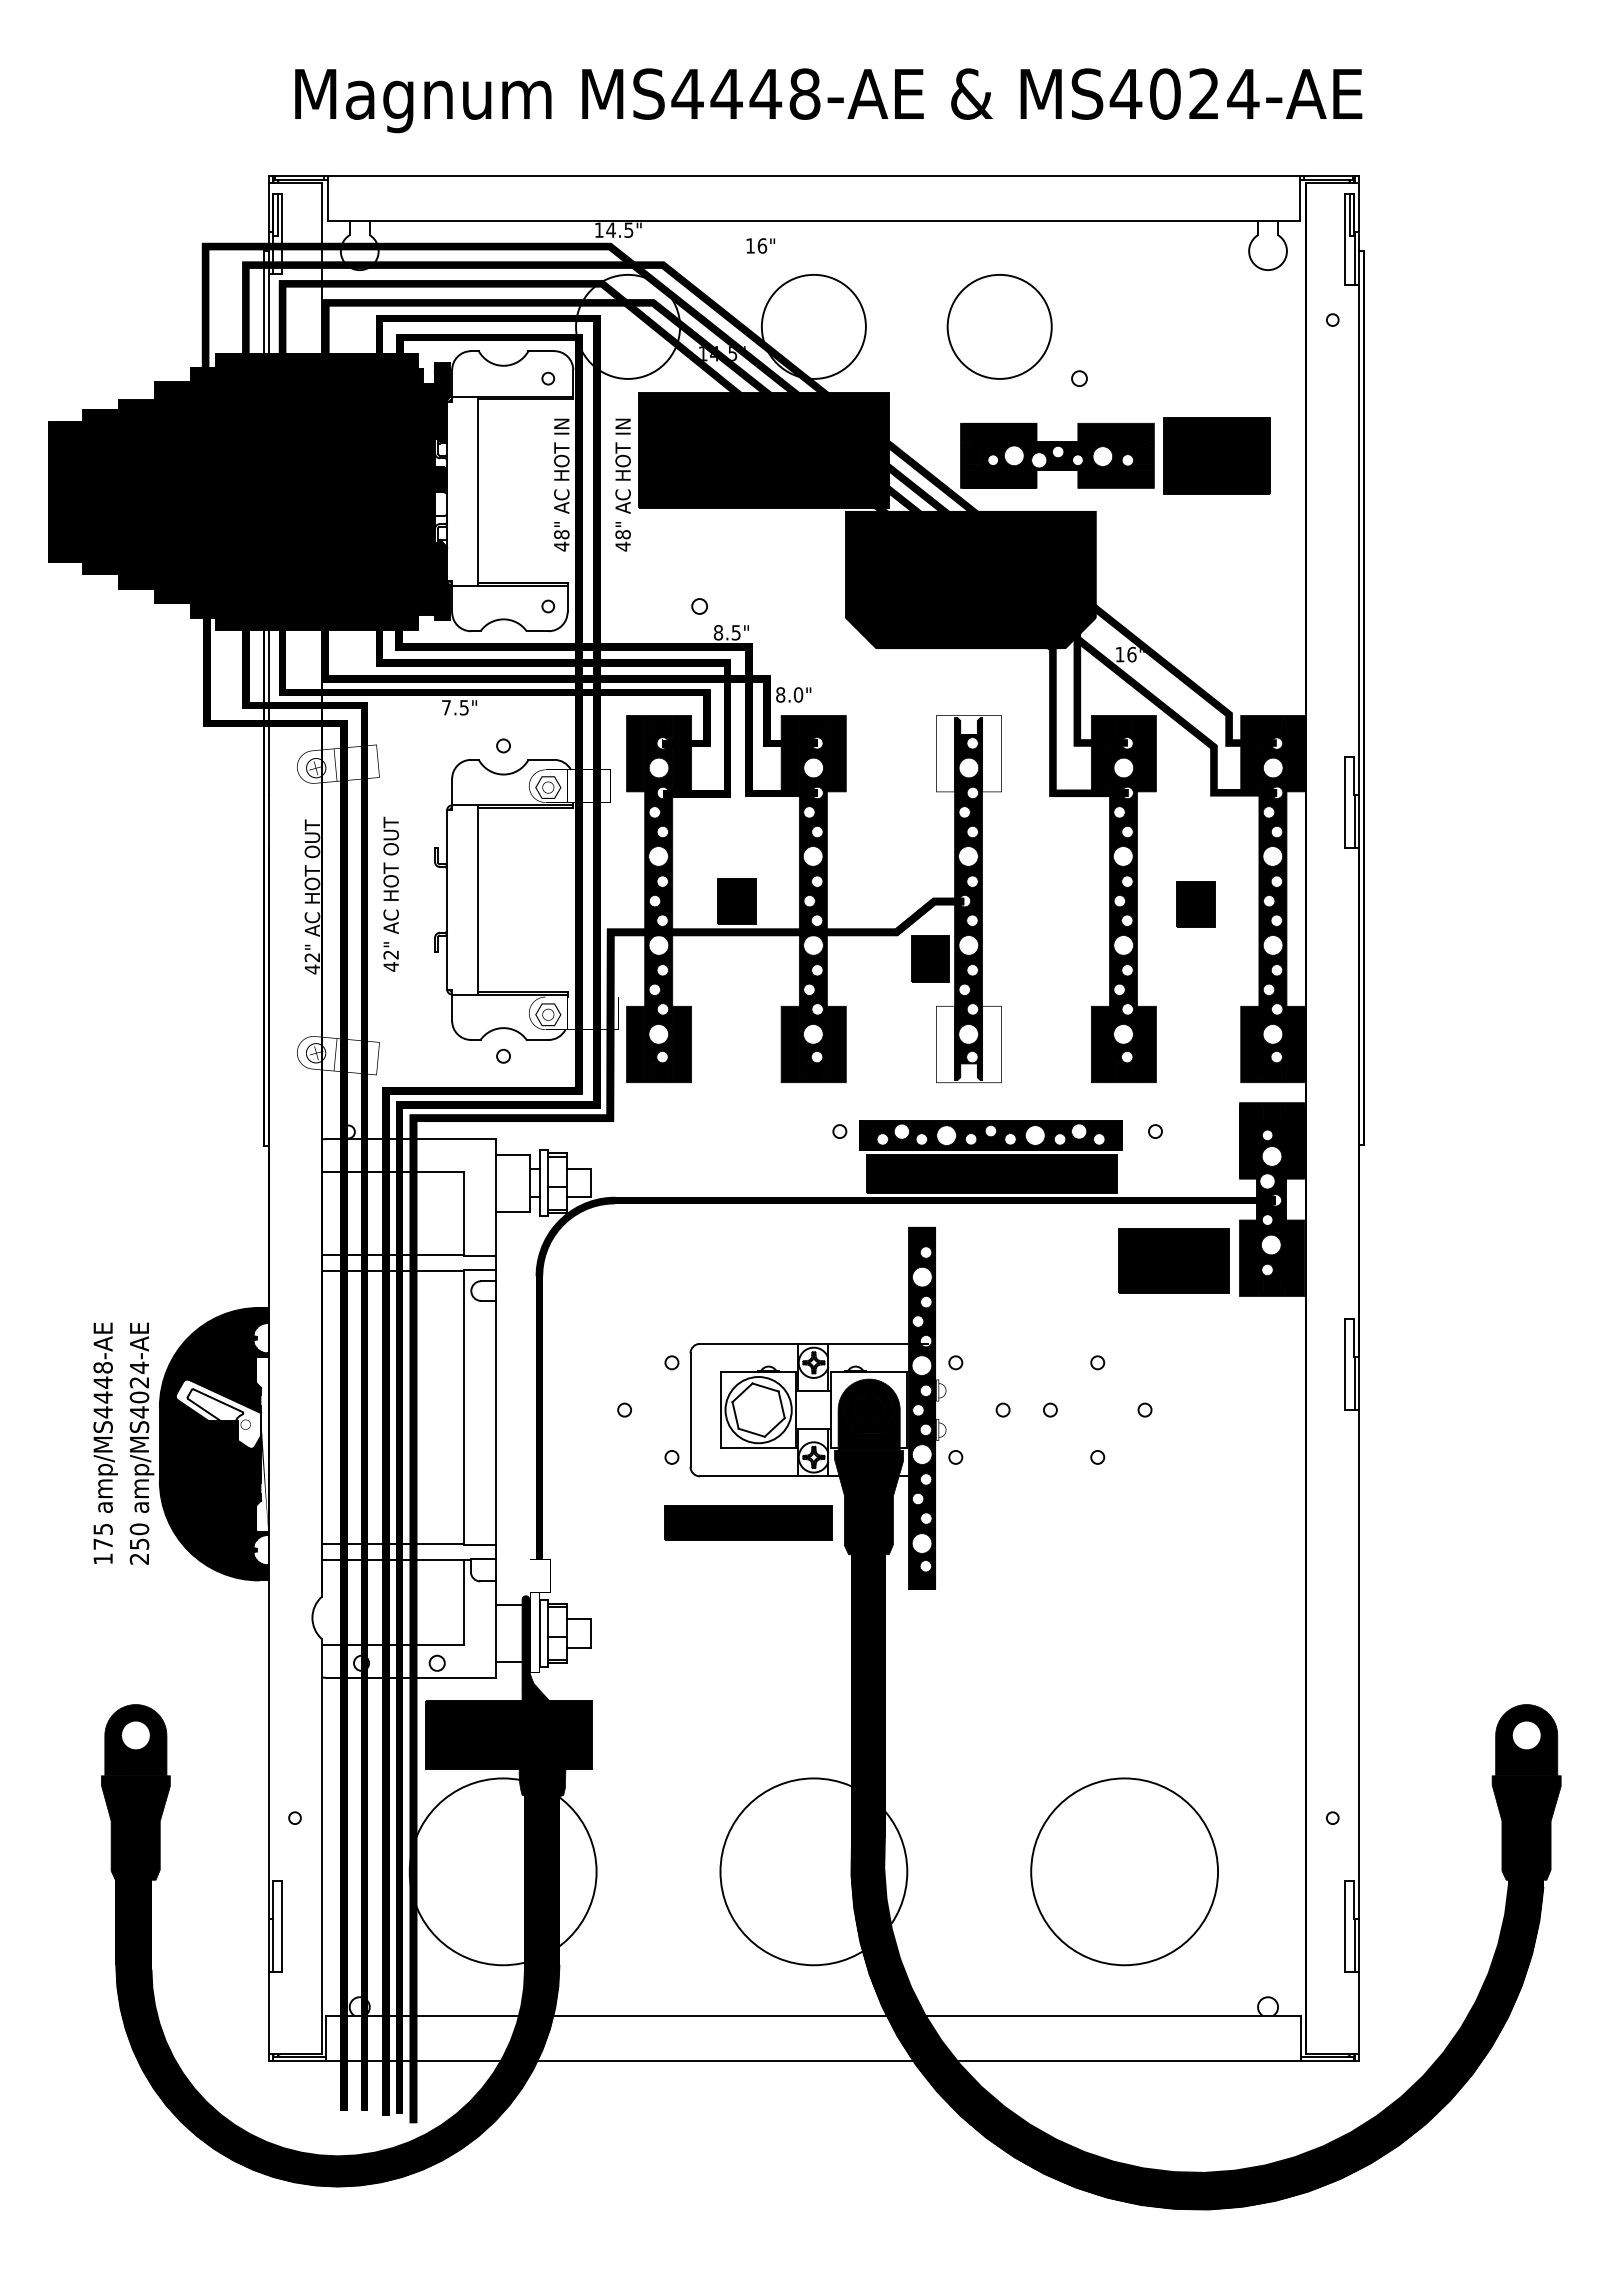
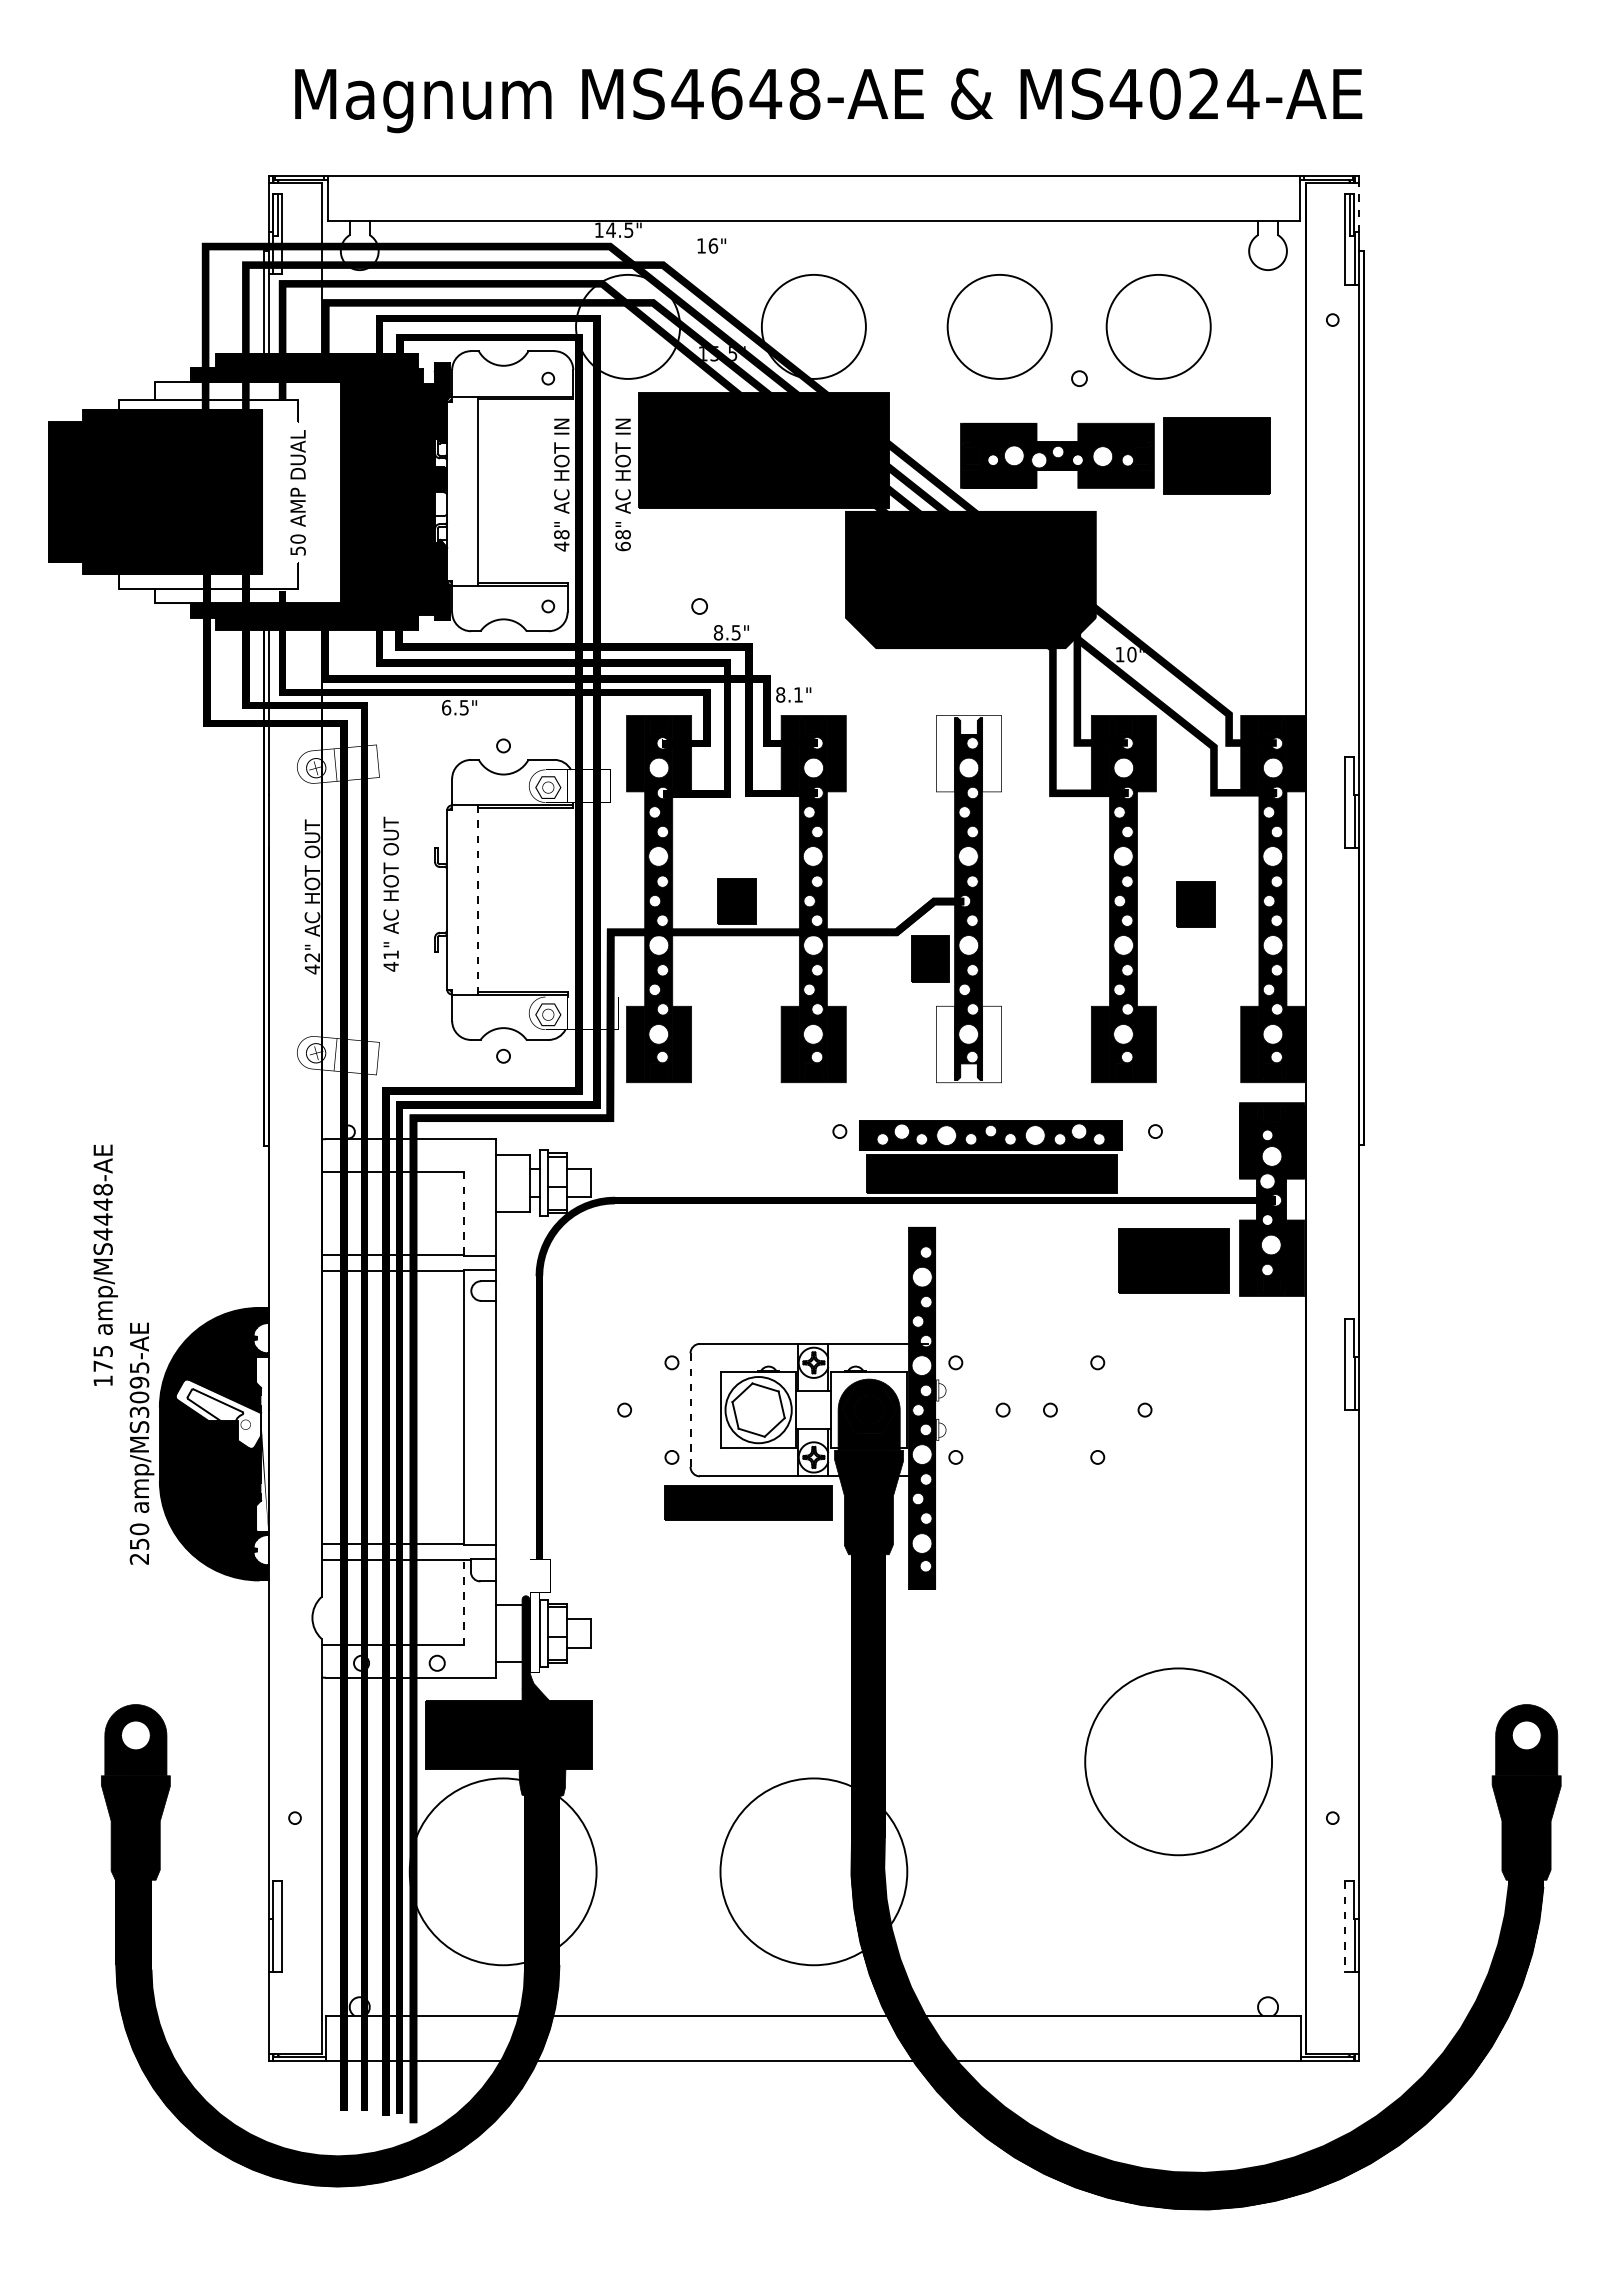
text at (726, 93): MS4448-AE -> MS4648-AE
line at (1359, 207): solid -> dashed
text at (760, 245) position: (760, 245) -> (711, 245)
circle at (1158, 326): none -> present
text at (714, 353): 14.5" -> 15.5"
fill at (230, 492): present -> none
text at (622, 546): 48" -> 68"
text at (1131, 654): 16" -> 10"
text at (798, 694): 8.0" -> 8.1"
text at (446, 707): 7.5" -> 6.5"
line at (477, 899): solid -> dashed
text at (390, 954): 42" -> 41"
line at (463, 1213): solid -> dashed
text at (139, 1389): amp/MS4024-AE -> amp/MS3095-AE
line at (690, 1410): solid -> dashed
text at (105, 1442) position: (105, 1442) -> (105, 1264)
part at (748, 1522) position: (748, 1522) -> (748, 1502)
line at (463, 1602): solid -> dashed
circle at (1124, 1871) position: (1124, 1871) -> (1178, 1761)
line at (1345, 1927): solid -> dashed
